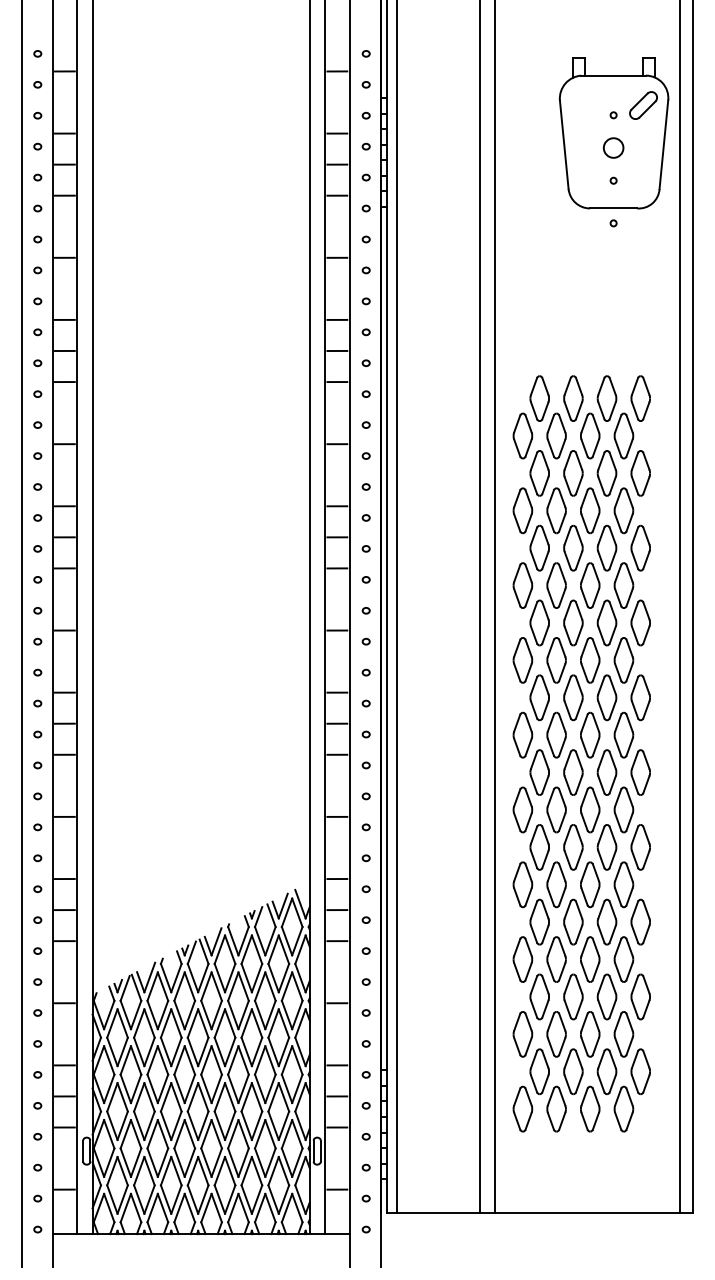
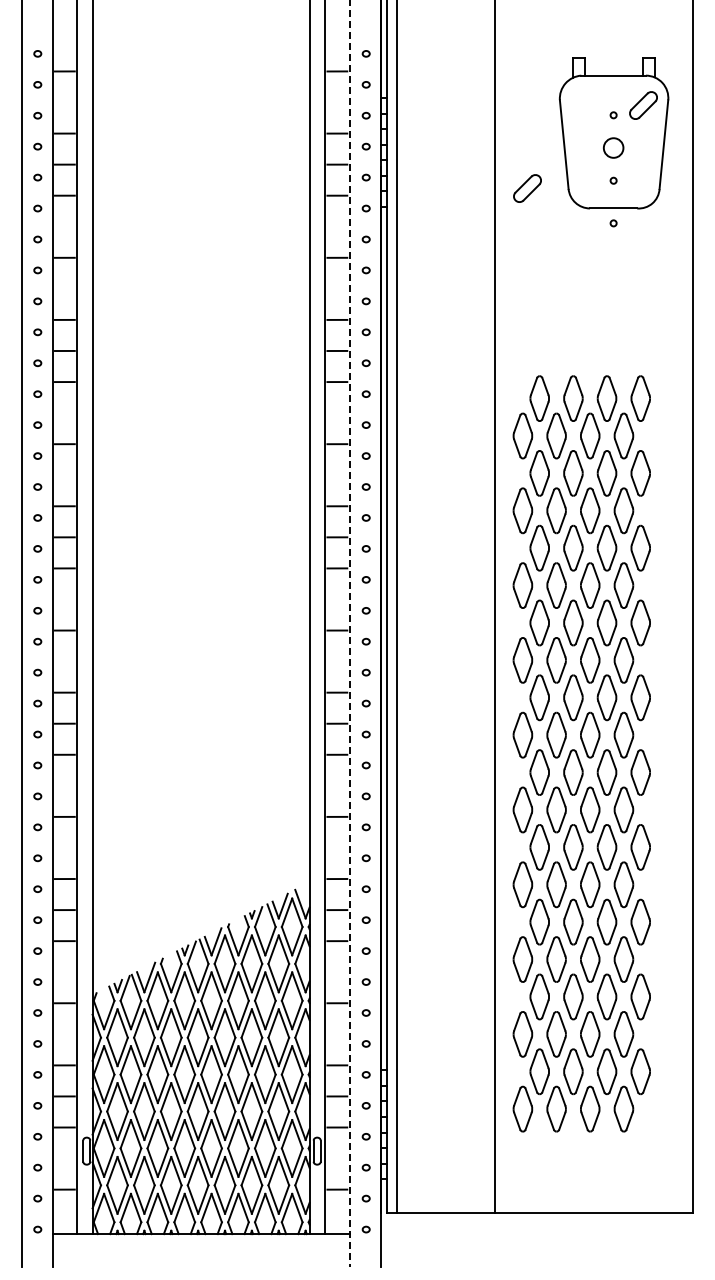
part at (527, 188): none -> present
line at (479, 607): present -> none
line at (680, 607): present -> none
line at (349, 634): solid -> dashed
